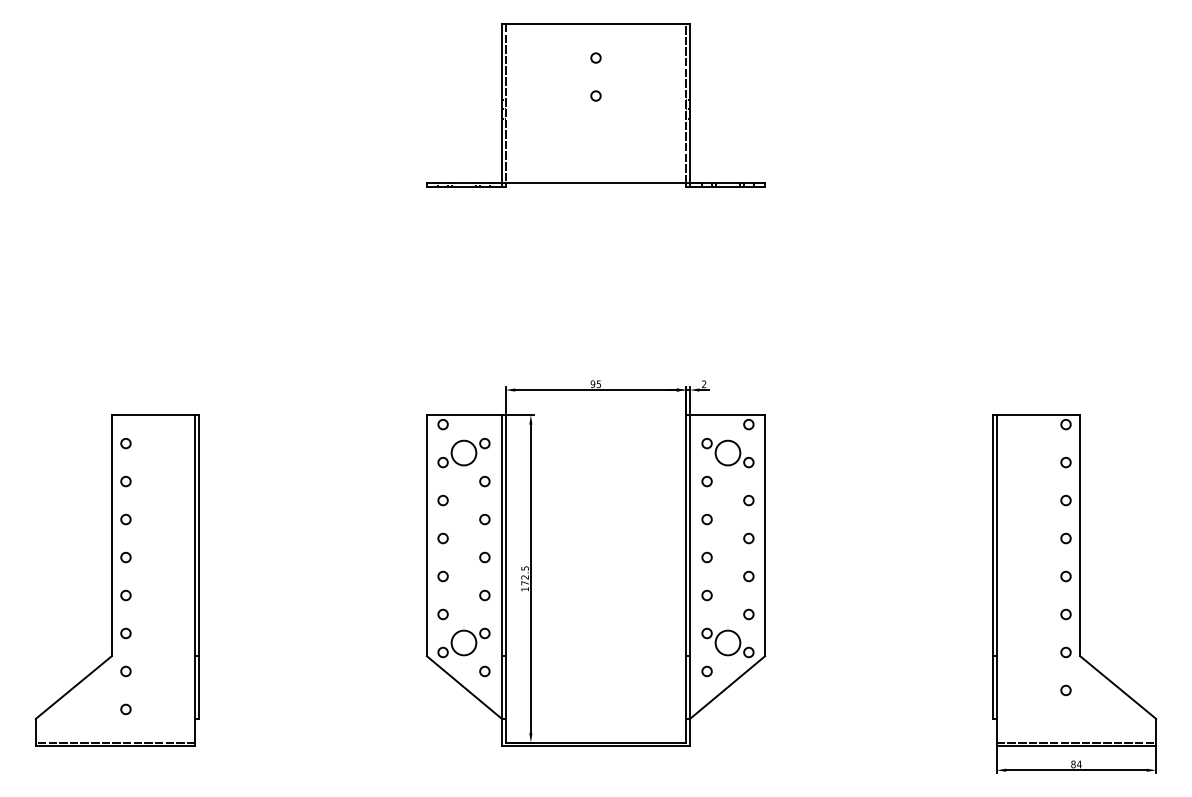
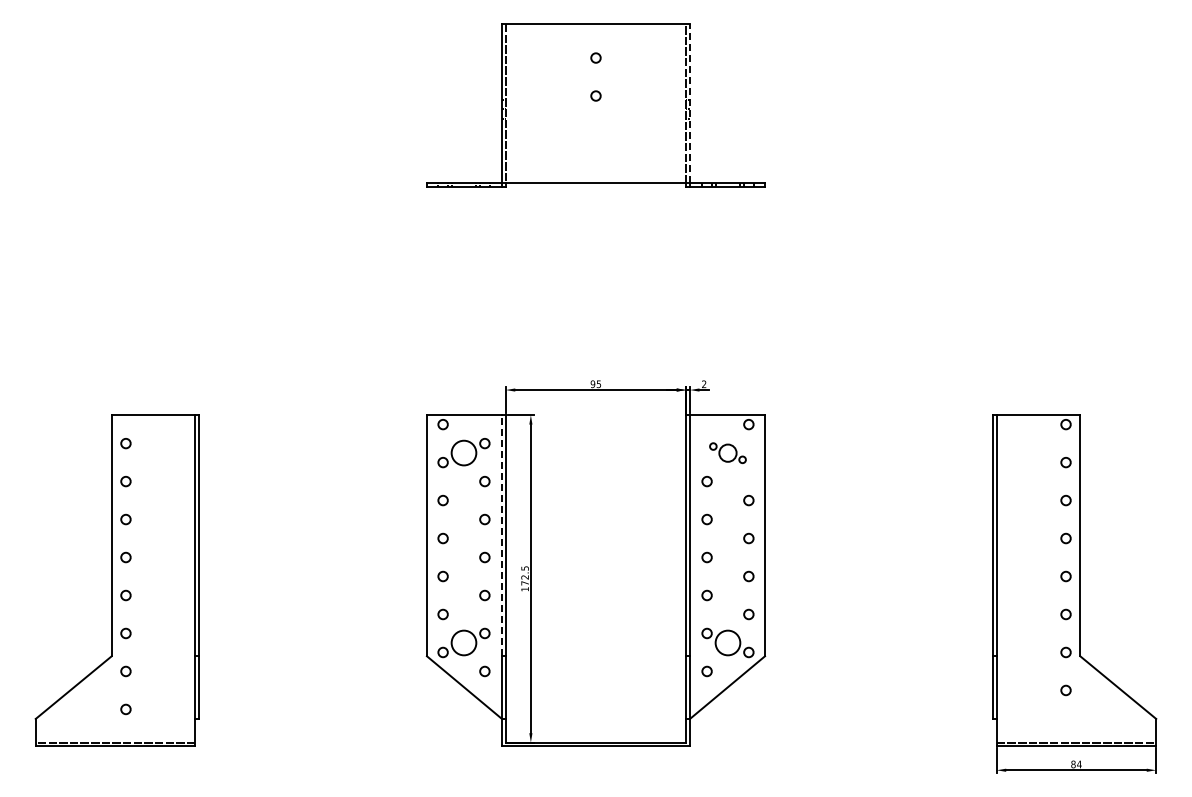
line at (690, 103): solid -> dashed
part at (727, 453) size: 54x31 px -> 38x22 px
line at (501, 535): solid -> dashed
